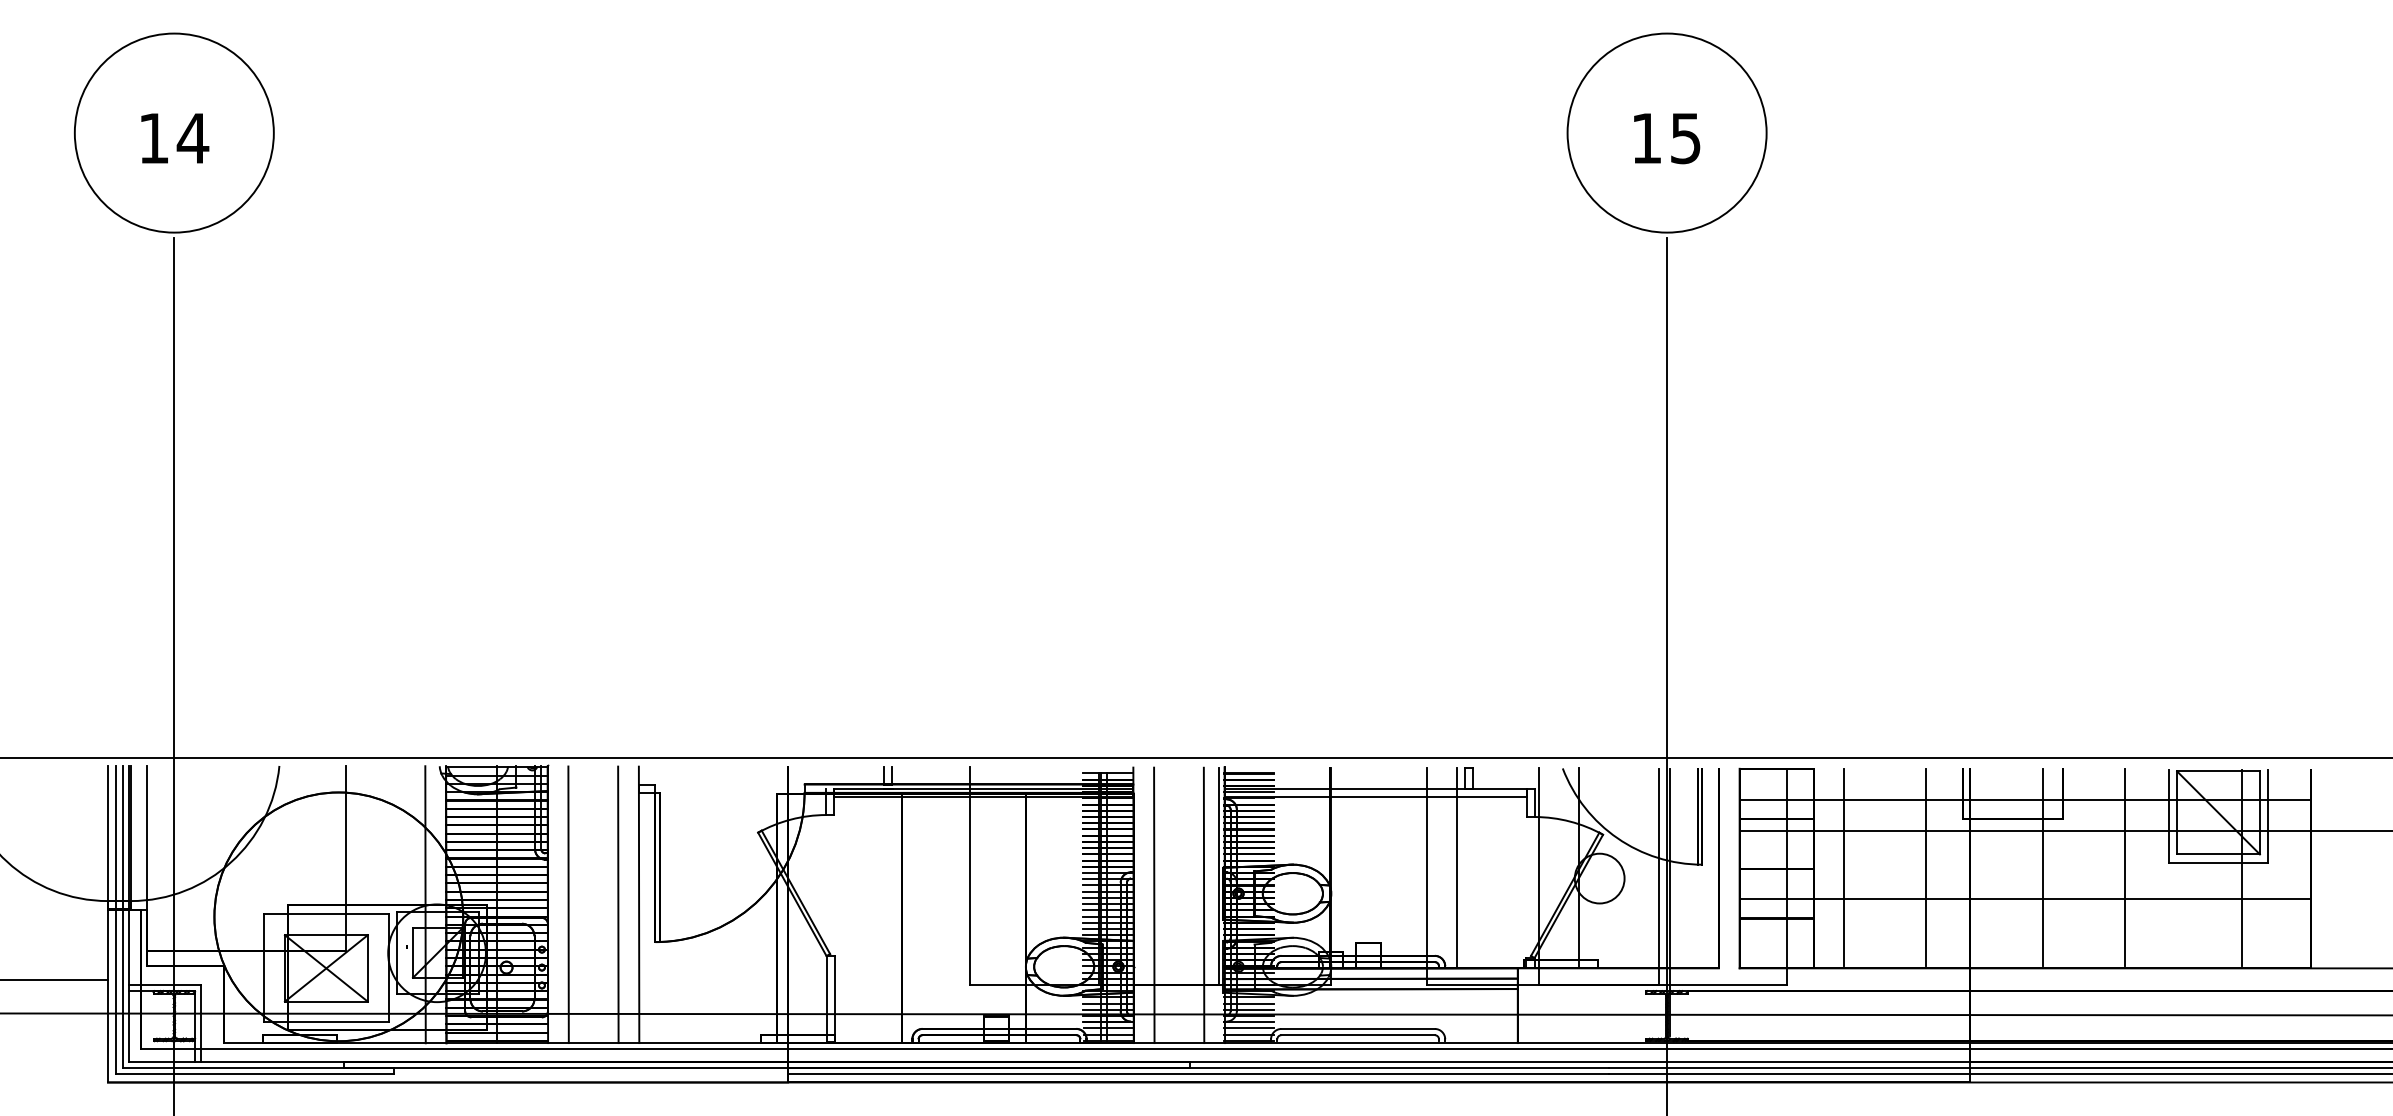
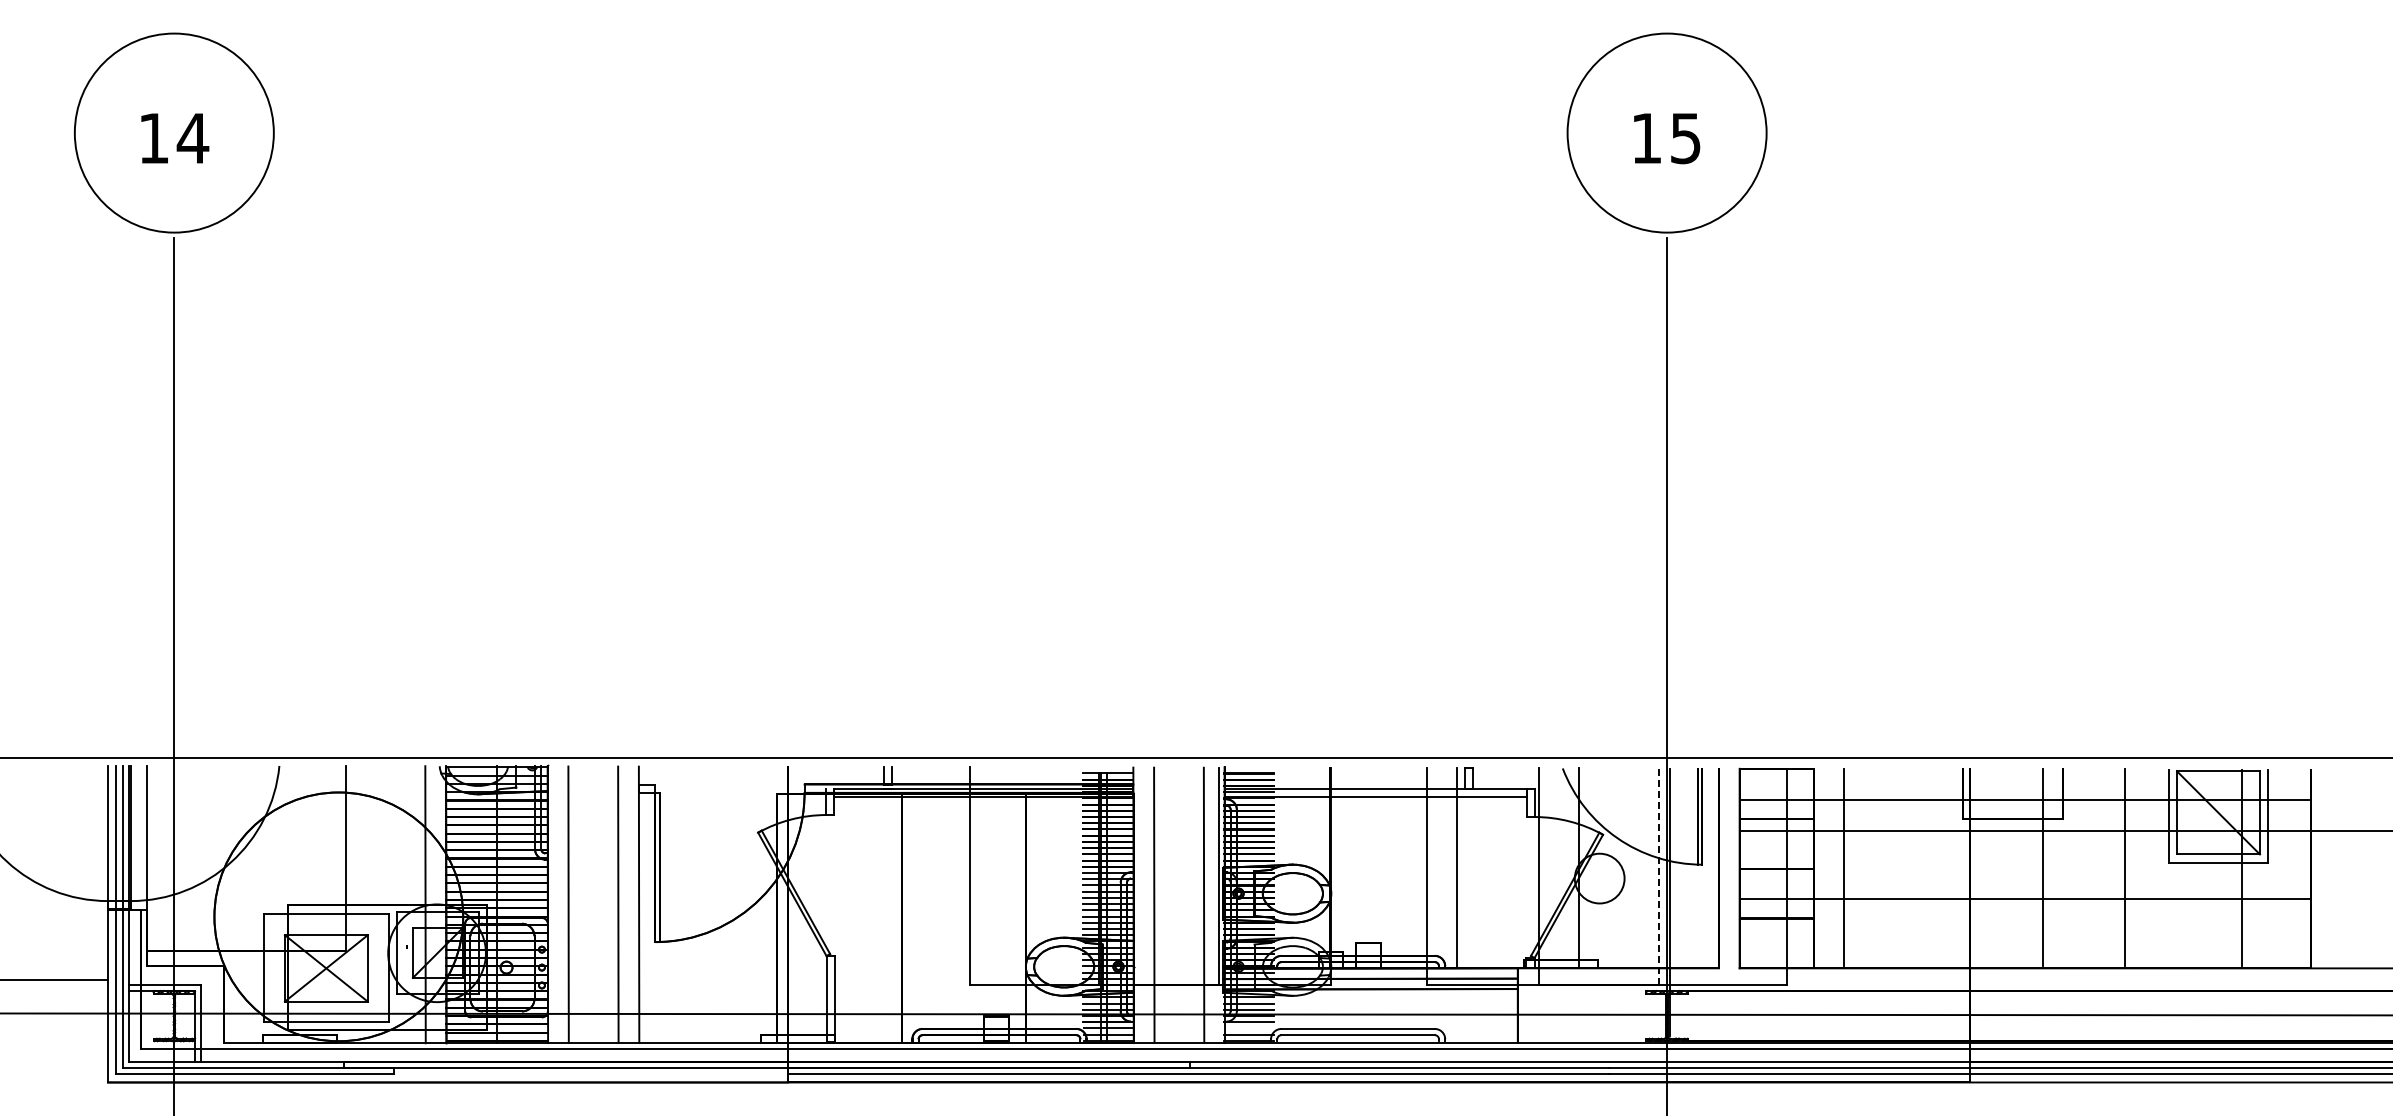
line at (1925, 867): present -> none
line at (1658, 876): solid -> dashed
line at (1249, 1028): present -> none
